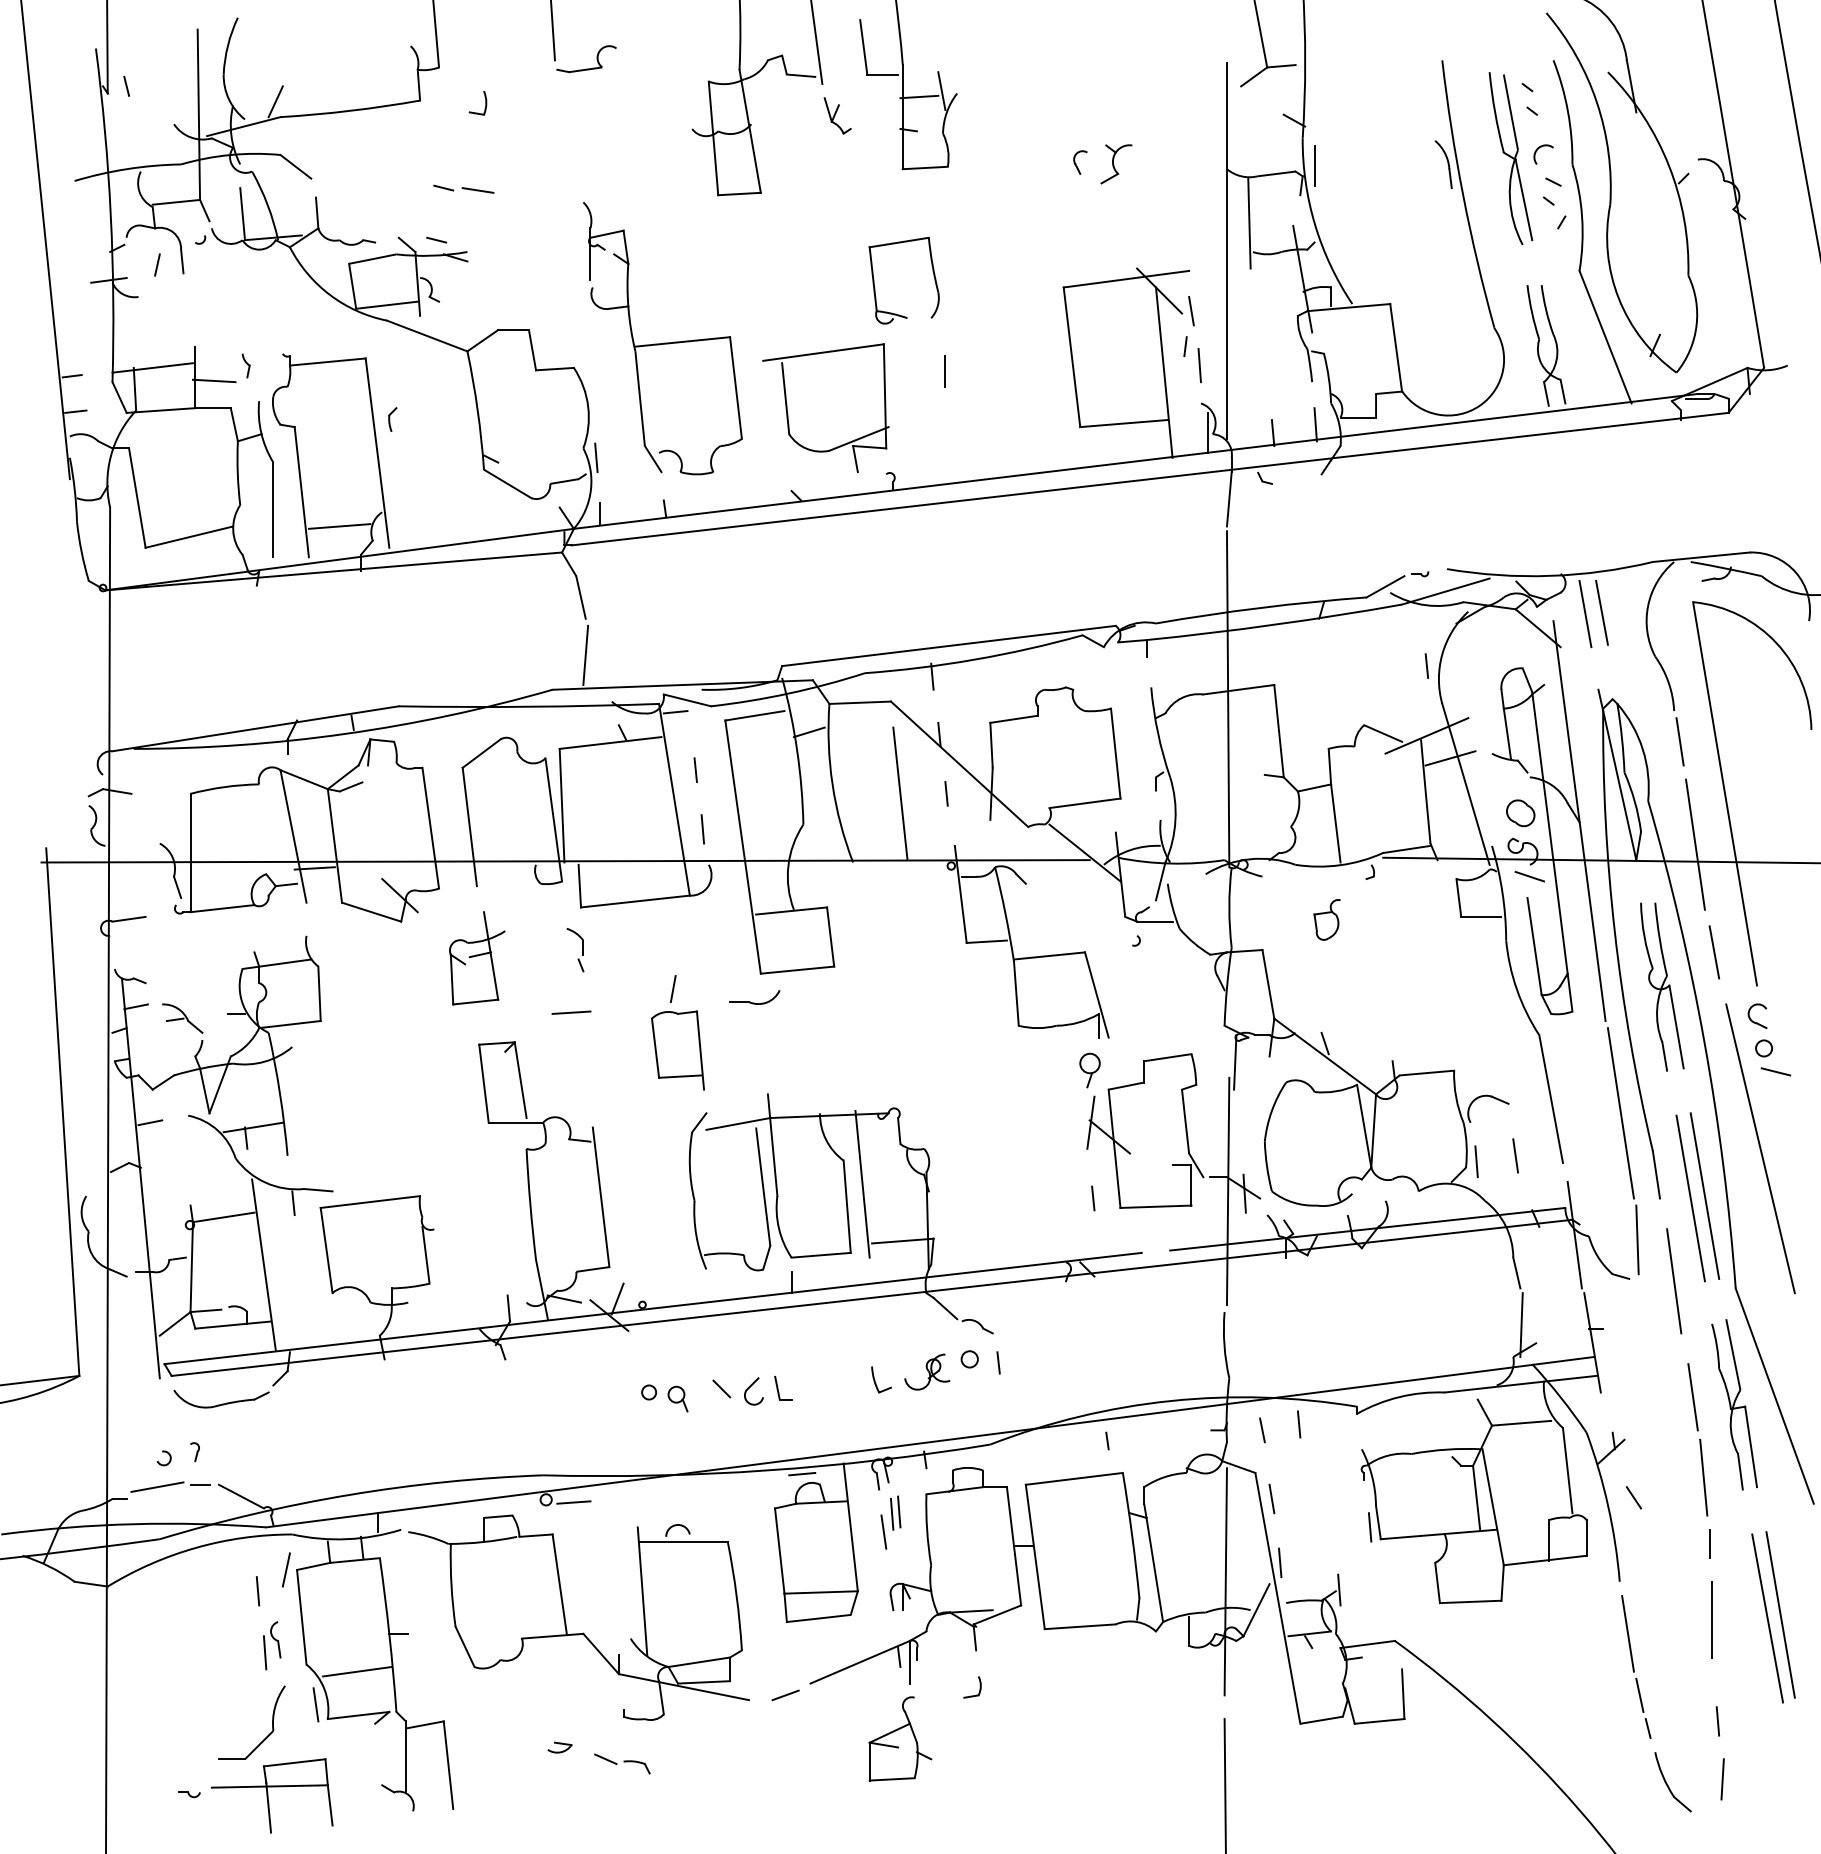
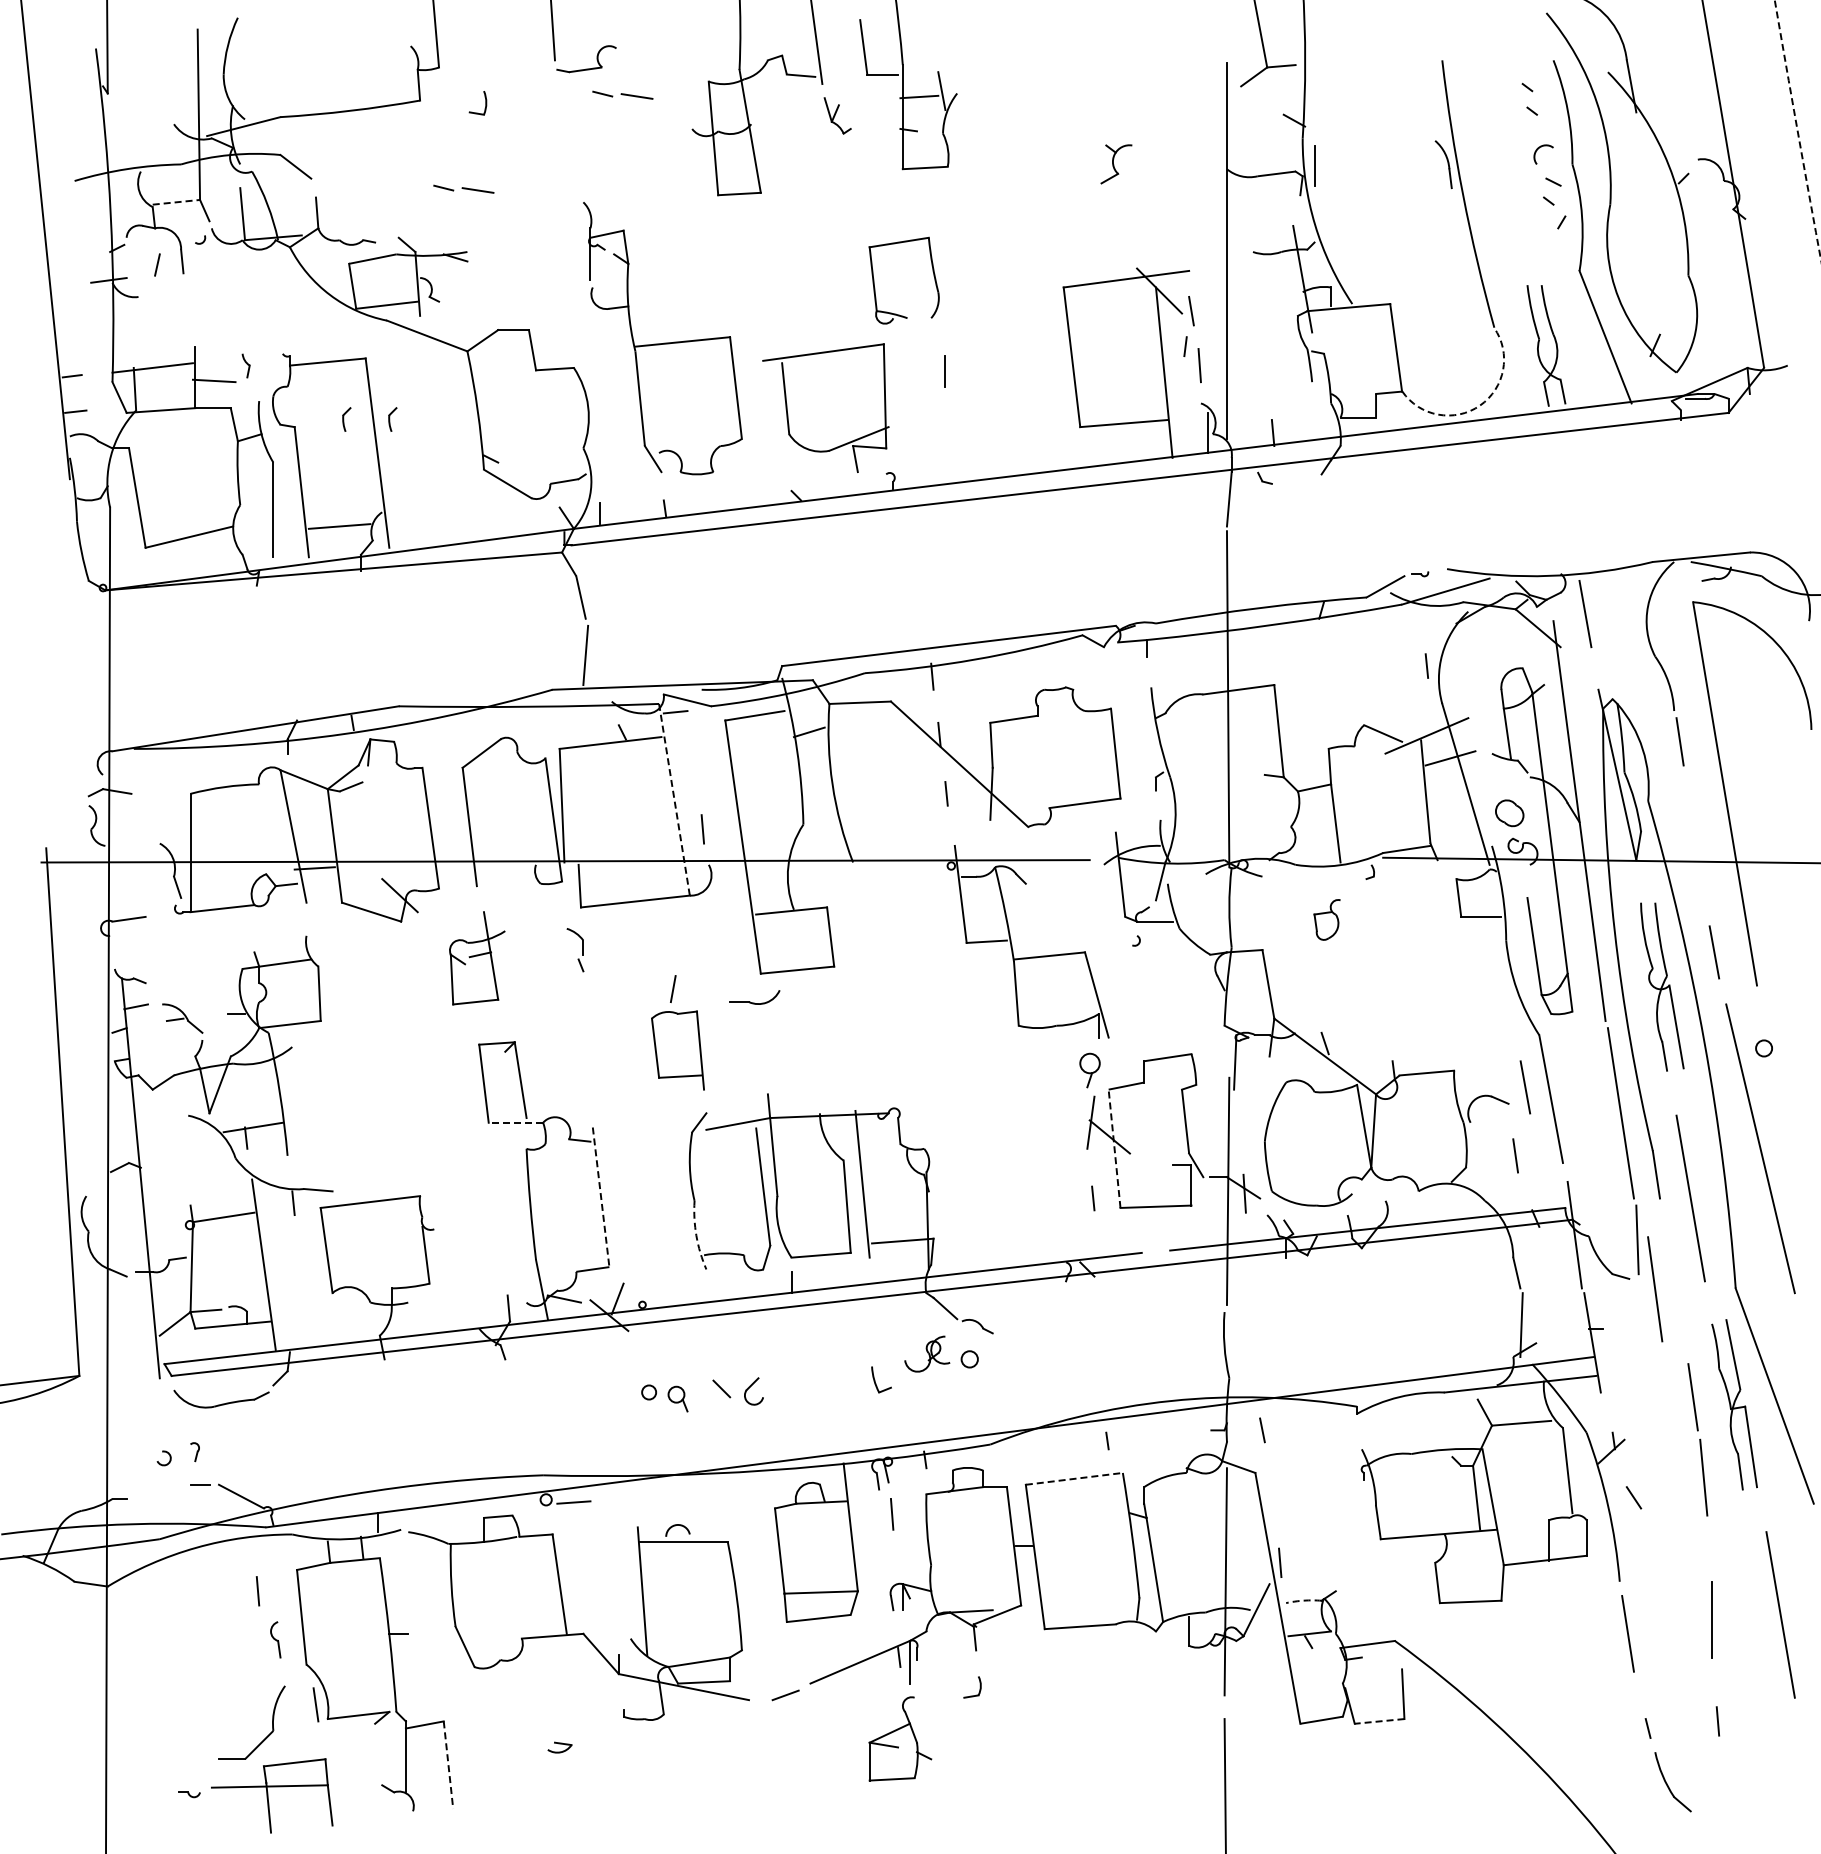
line at (126, 85): present -> none
part at (622, 94): none -> present
line at (275, 101): present -> none
arc at (1797, 129): solid -> dashed
part at (1510, 158): present -> none
part at (1080, 162): present -> none
line at (176, 202): solid -> dashed
line at (1249, 223): present -> none
line at (436, 239): present -> none
arc at (1480, 405): solid -> dashed
part at (346, 419): none -> present
line at (1315, 424): present -> none
line at (596, 457): present -> none
line at (1601, 612): present -> none
line at (695, 769): present -> none
line at (900, 793): present -> none
line at (674, 800): solid -> dashed
part at (1520, 813) position: (1520, 813) -> (1509, 813)
line at (1695, 844): present -> none
line at (1084, 852): present -> none
line at (1529, 876): present -> none
line at (571, 1012): present -> none
part at (1757, 1016): present -> none
line at (1775, 1071): present -> none
line at (1525, 1087): none -> present
line at (150, 1122): present -> none
line at (515, 1122): solid -> dashed
line at (1114, 1148): solid -> dashed
line at (1476, 1161): present -> none
line at (1704, 1195): present -> none
line at (601, 1197): solid -> dashed
arc at (696, 1235): solid -> dashed
line at (1674, 1281) position: (1674, 1281) -> (1655, 1289)
line at (998, 1362): present -> none
part at (927, 1371) position: (927, 1371) -> (927, 1353)
part at (783, 1387): present -> none
line at (1298, 1424): present -> none
line at (802, 1473): present -> none
line at (1074, 1478): solid -> dashed
line at (157, 1486): present -> none
line at (1271, 1498): present -> none
line at (899, 1511): present -> none
line at (1369, 1527): present -> none
line at (883, 1531): present -> none
line at (1709, 1543): present -> none
line at (285, 1569): present -> none
line at (1339, 1589): present -> none
arc at (1303, 1600): solid -> dashed
line at (1767, 1618): present -> none
line at (264, 1652): present -> none
line at (357, 1671): present -> none
line at (1639, 1694): present -> none
line at (1379, 1721): solid -> dashed
part at (622, 1763): present -> none
line at (448, 1765): solid -> dashed
line at (1722, 1779): present -> none
